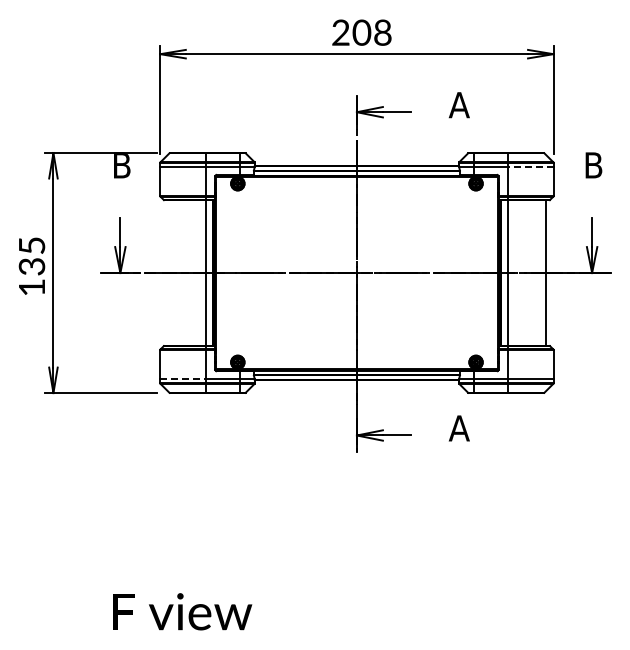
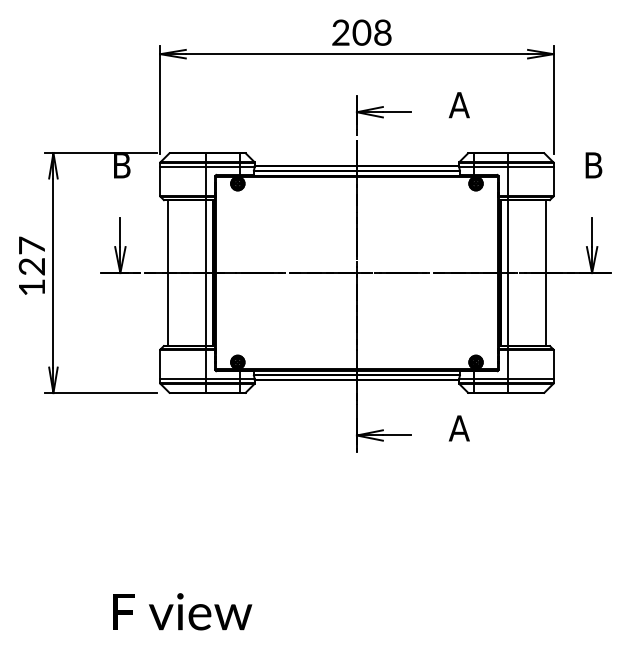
line at (530, 167): dashed -> solid
text at (32, 255): 135 -> 127
line at (167, 272): none -> present
line at (183, 378): dashed -> solid
